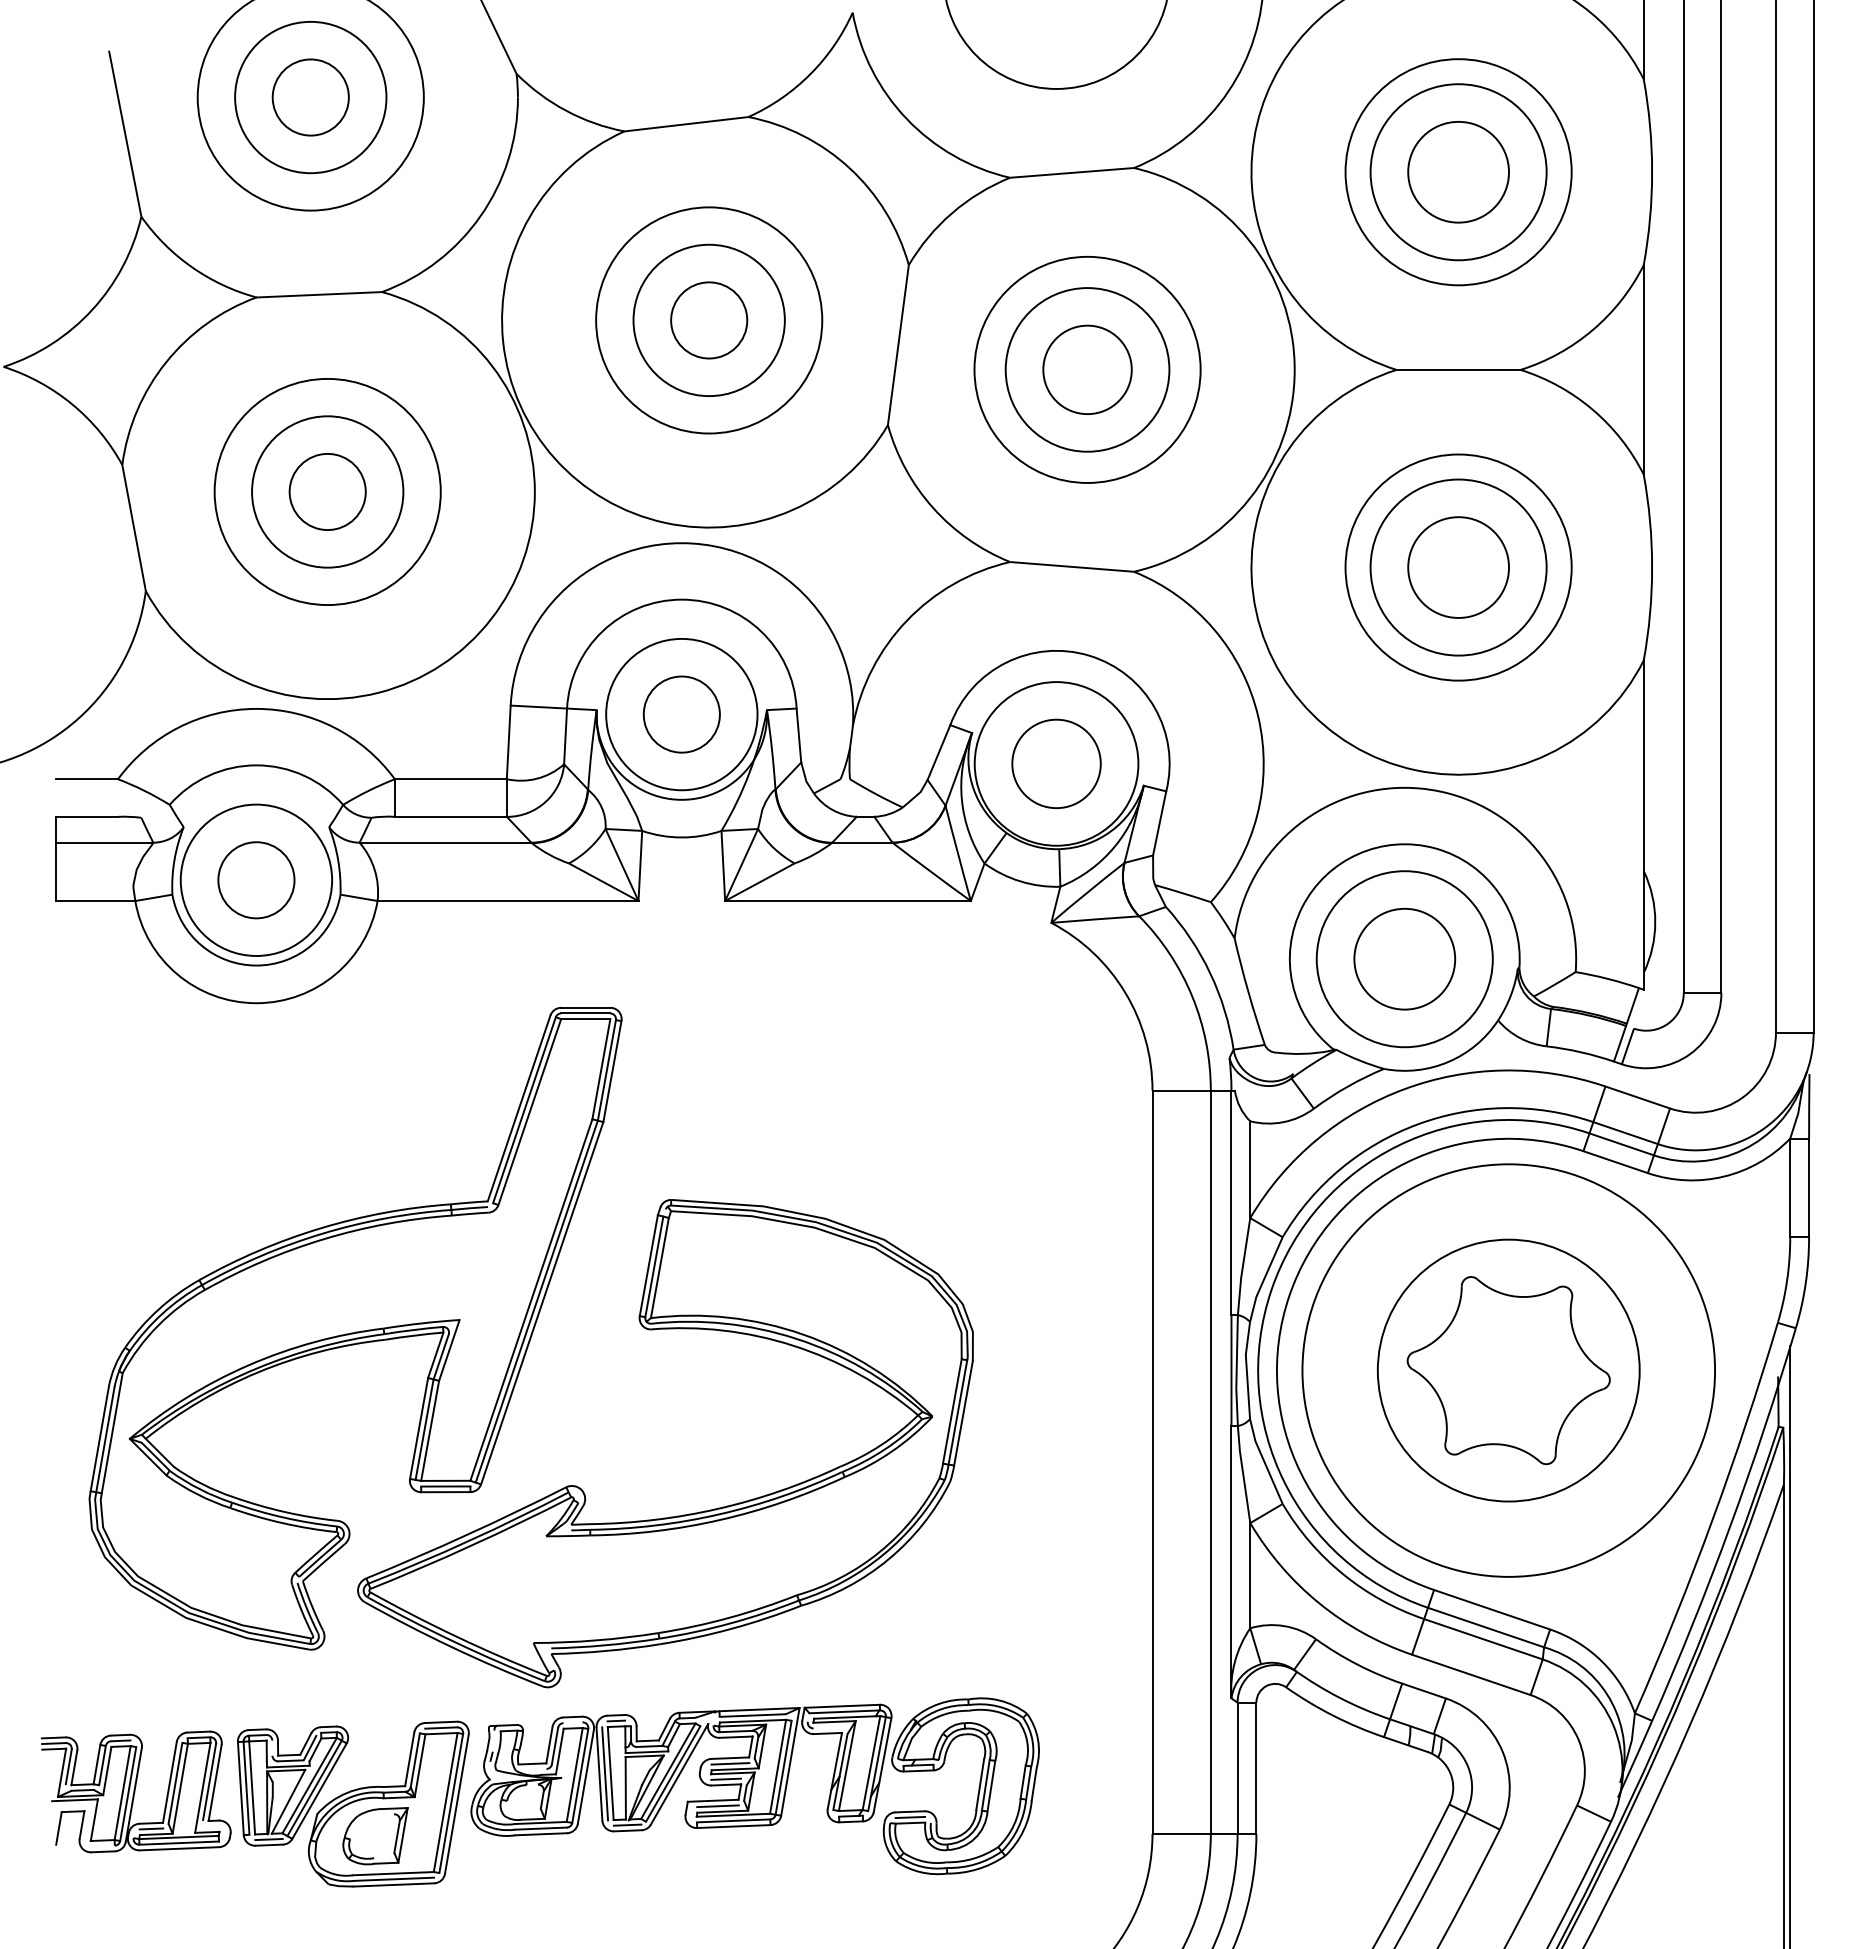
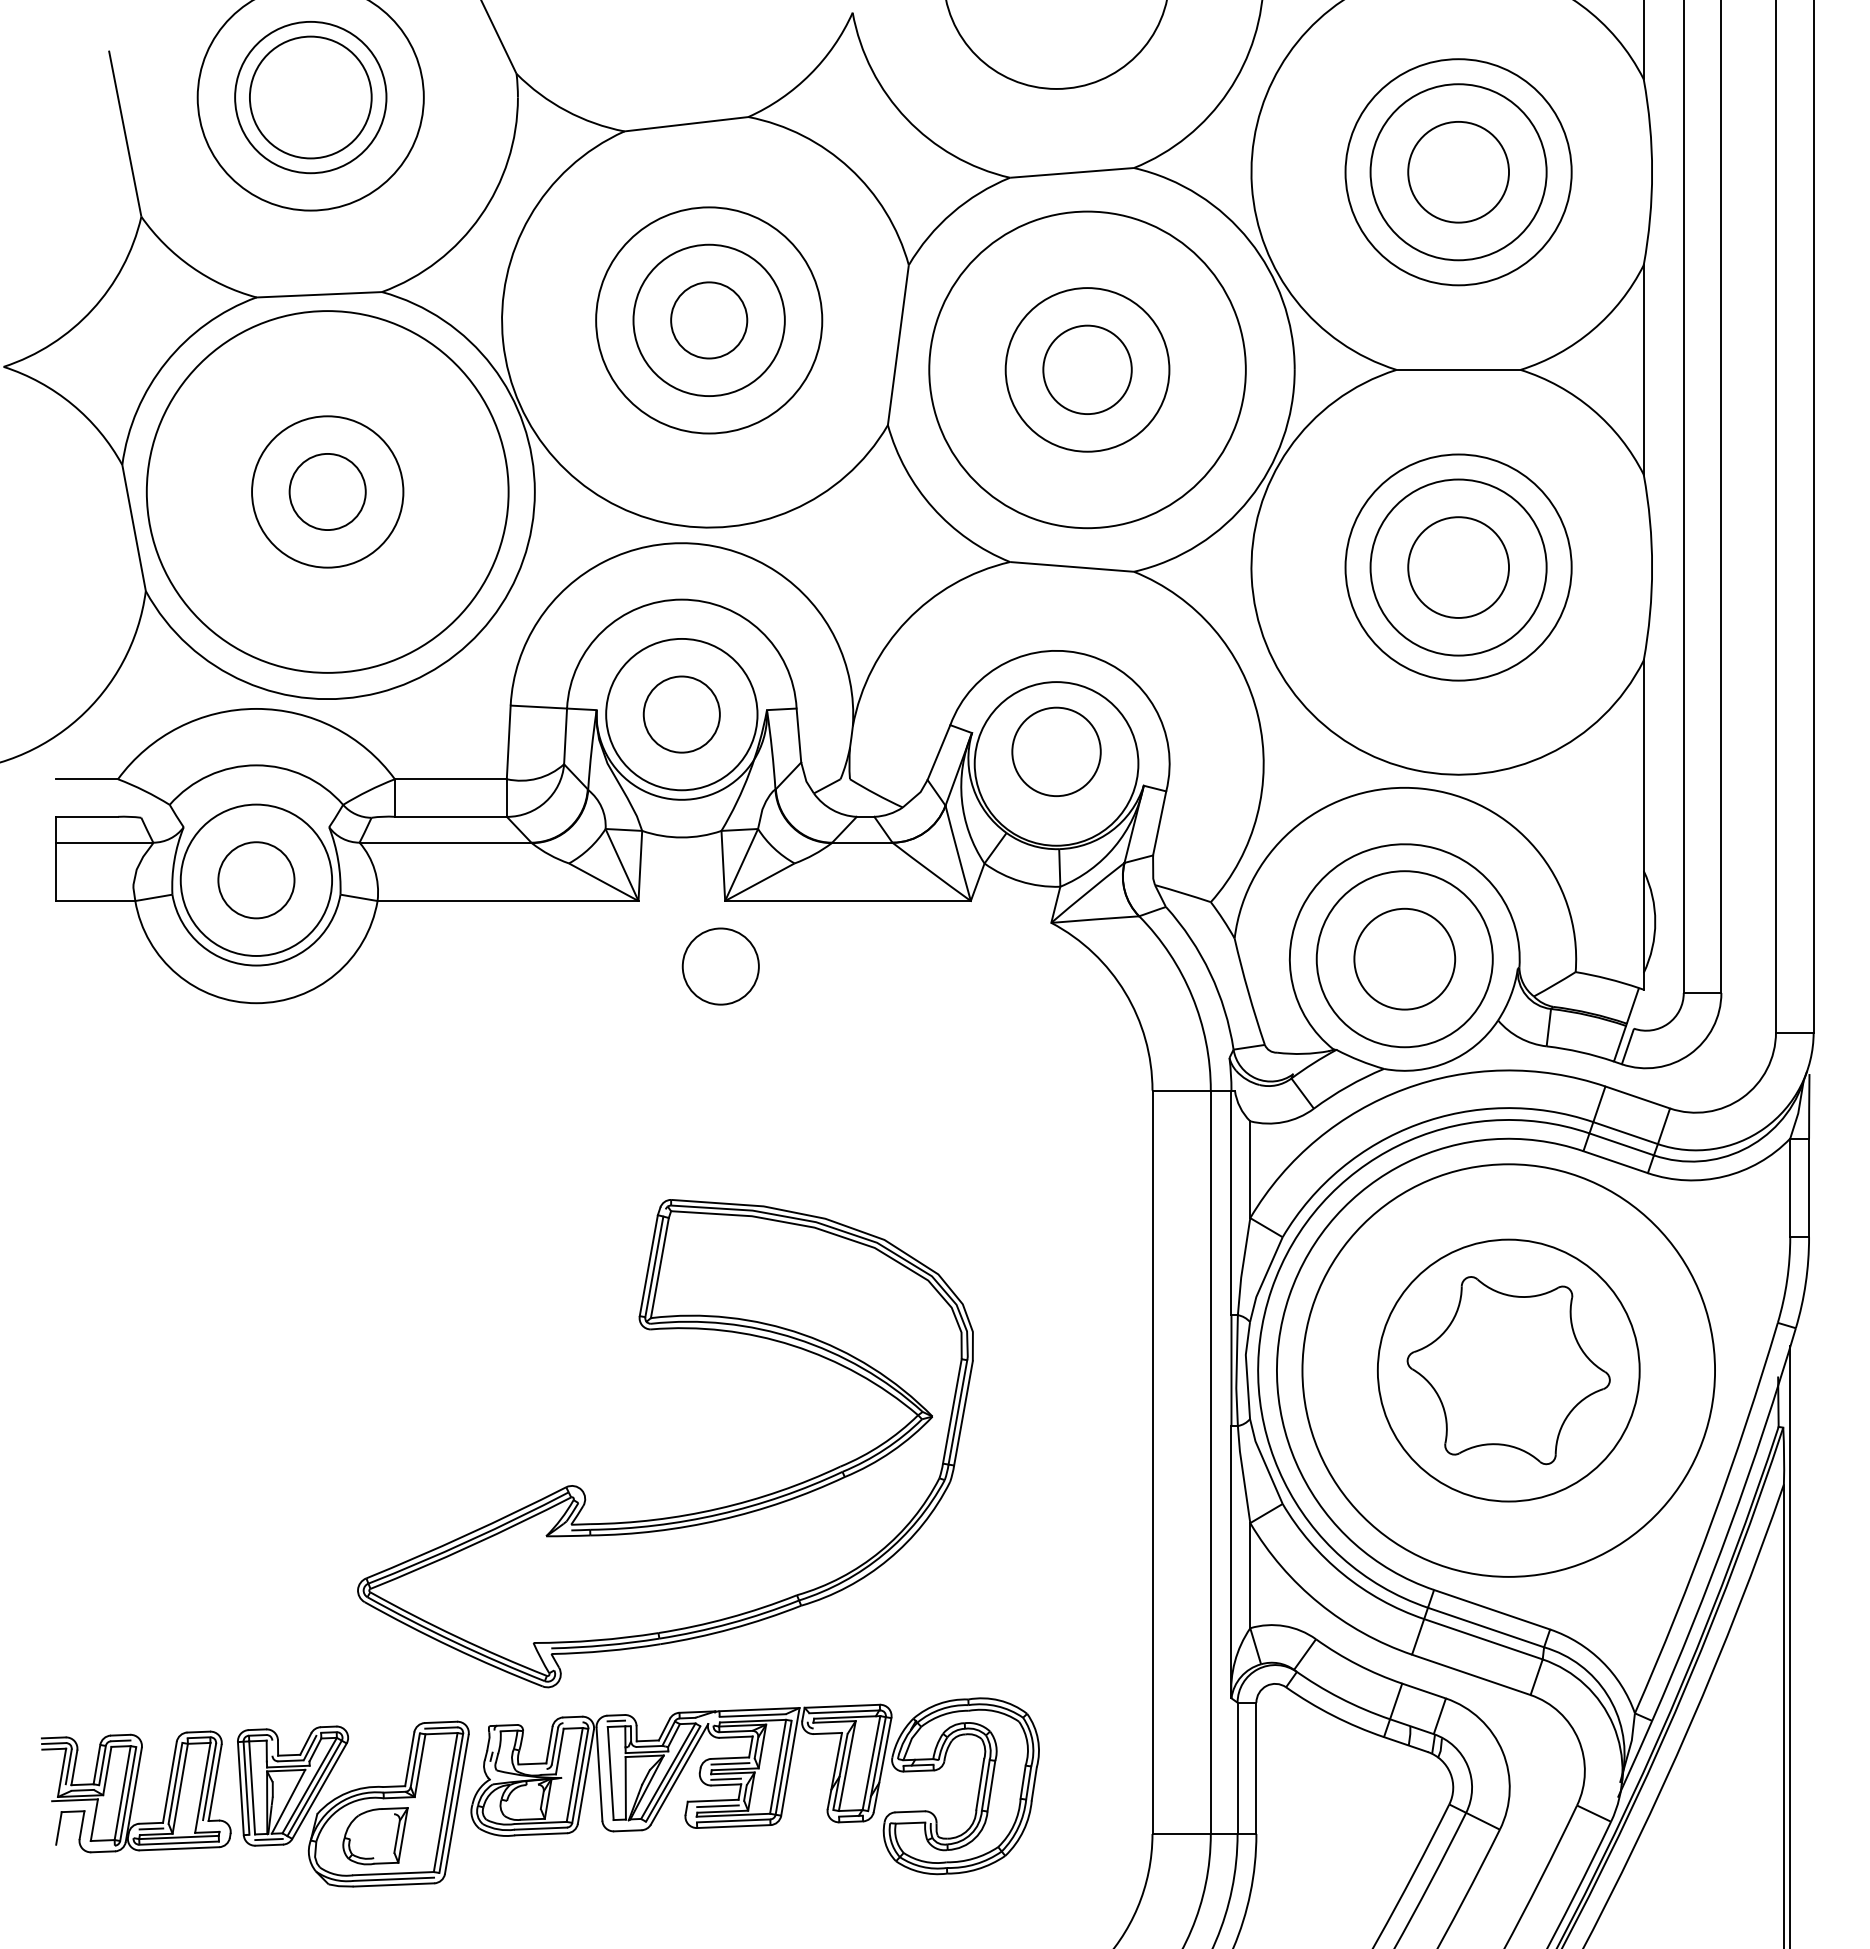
circle at (310, 97) diameter: 76 px -> 122 px
circle at (1087, 369) diameter: 226 px -> 317 px
circle at (327, 491) diameter: 226 px -> 362 px
circle at (1056, 763) position: (1056, 763) -> (1056, 751)
circle at (720, 966): none -> present
part at (355, 1328): present -> none
line at (605, 1773): present -> none
line at (910, 1817): present -> none
line at (627, 1824): present -> none
